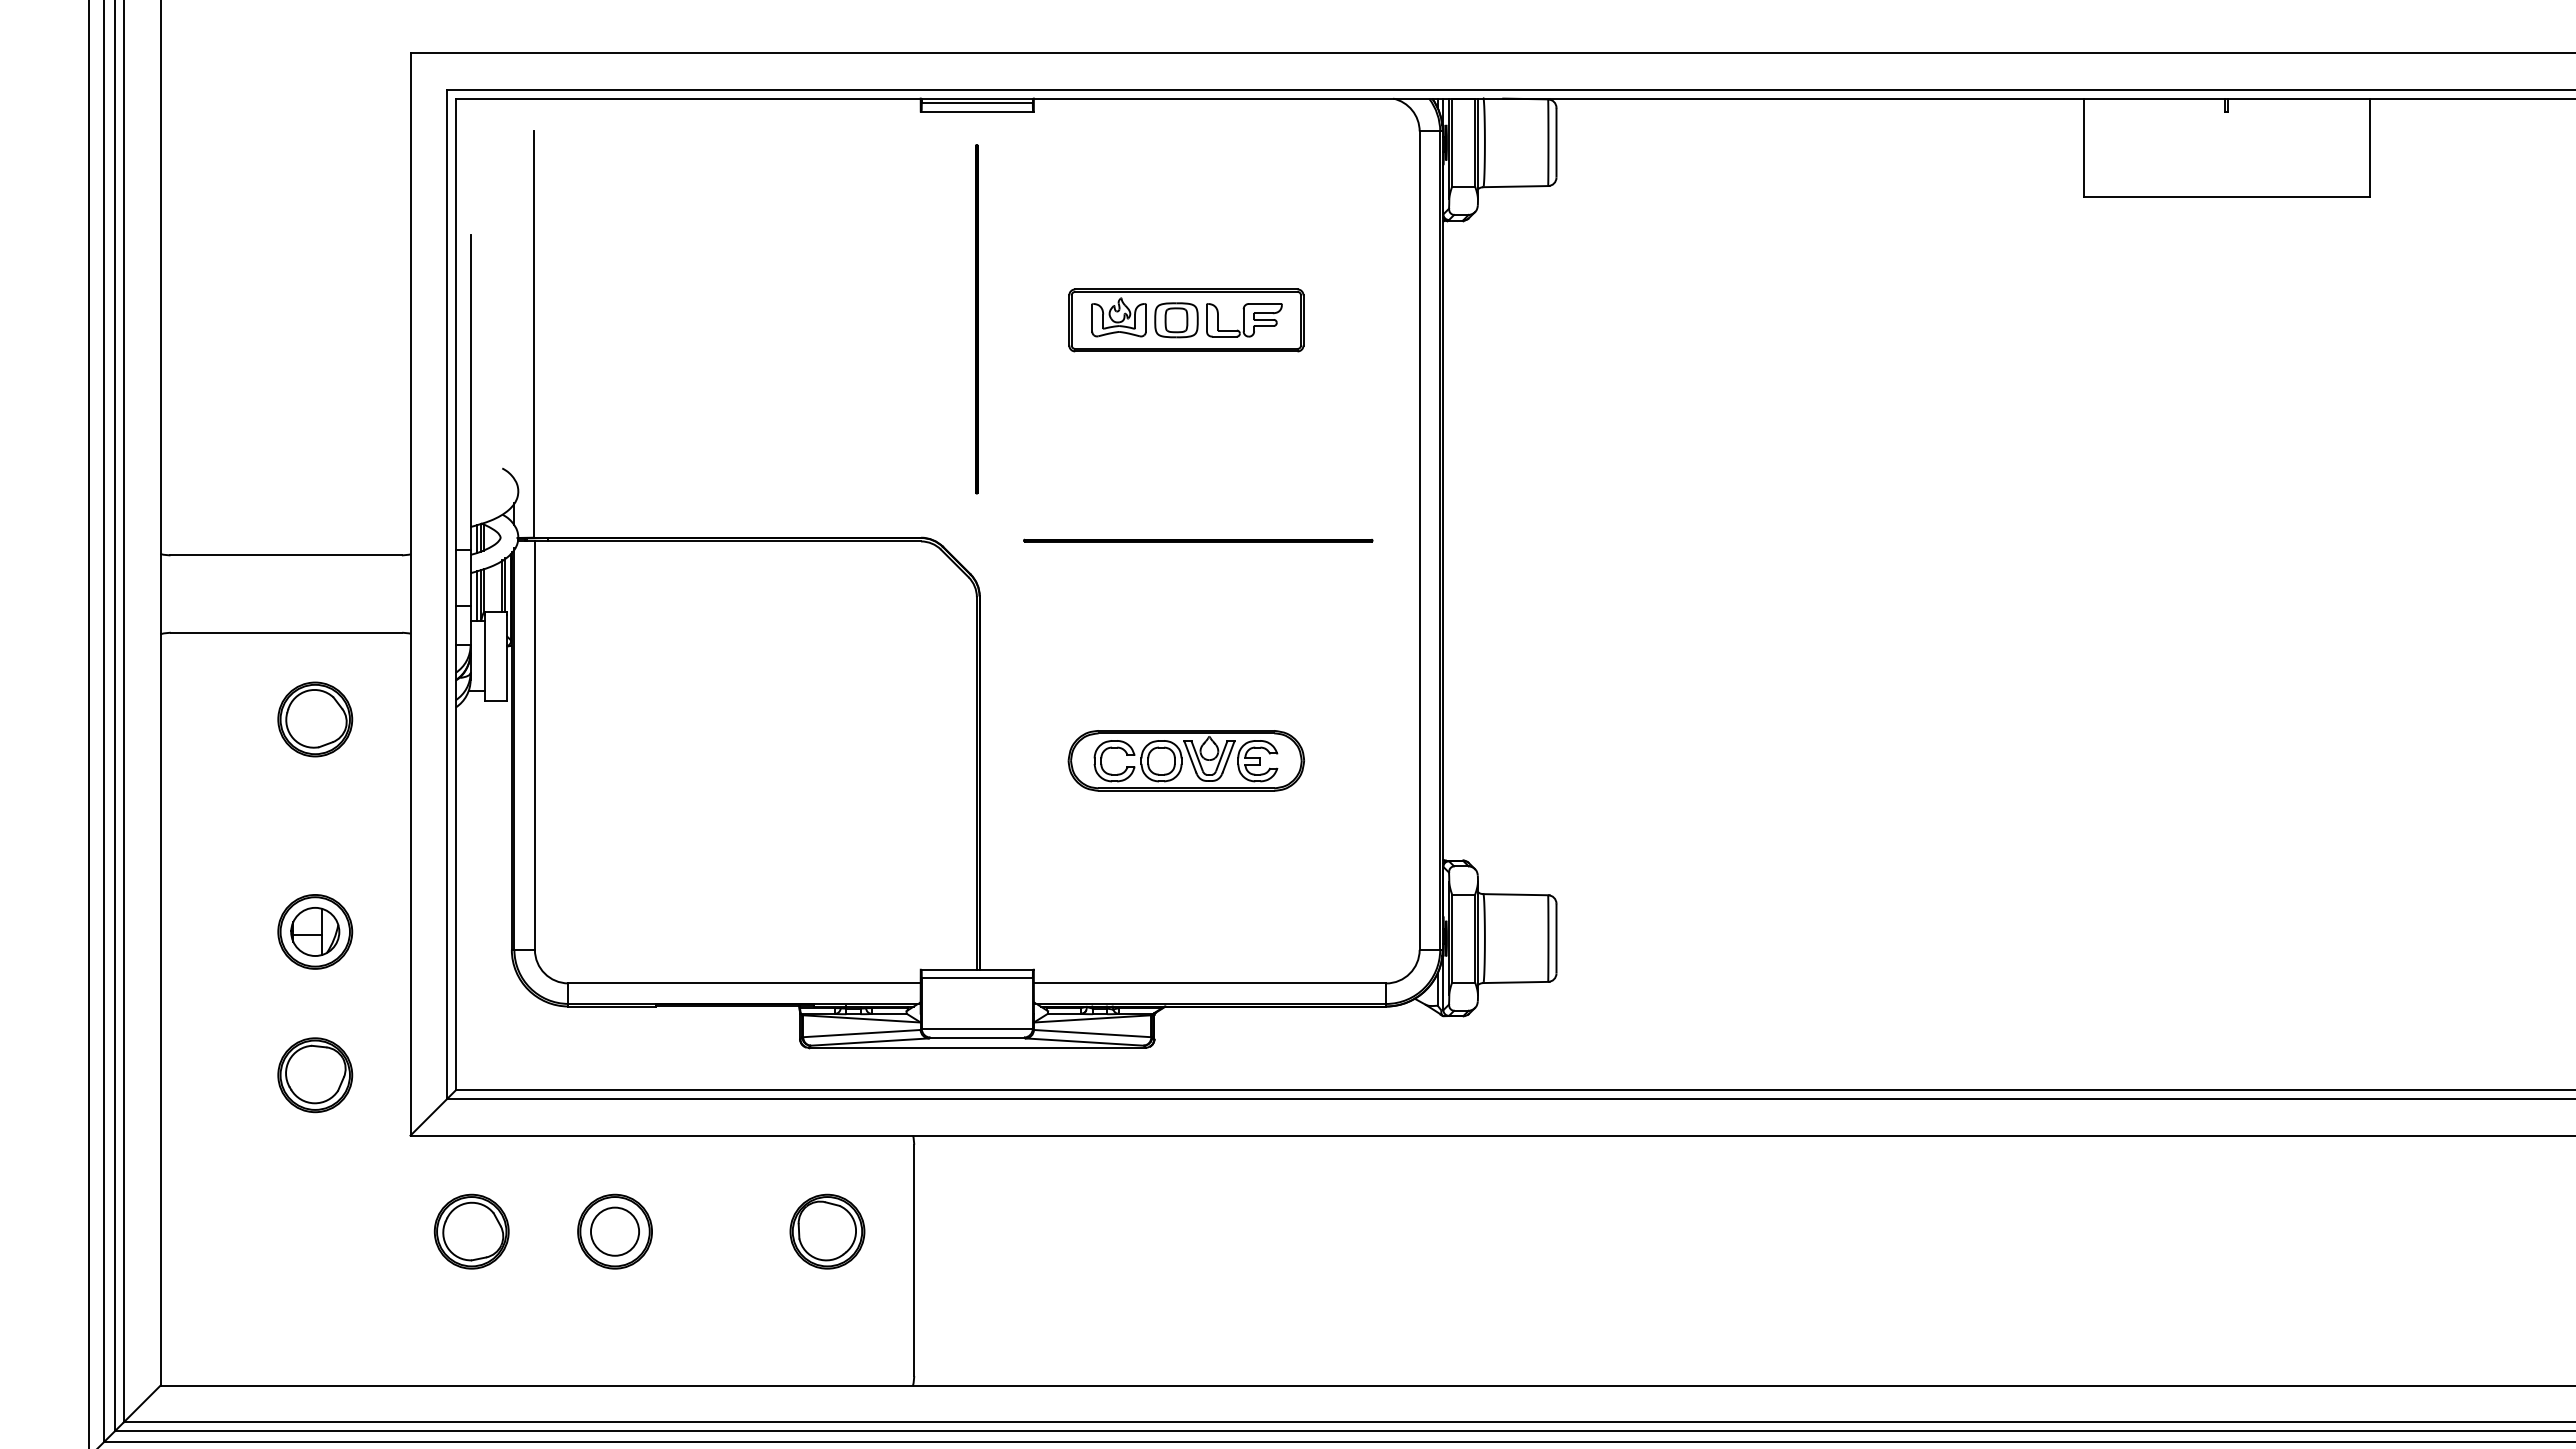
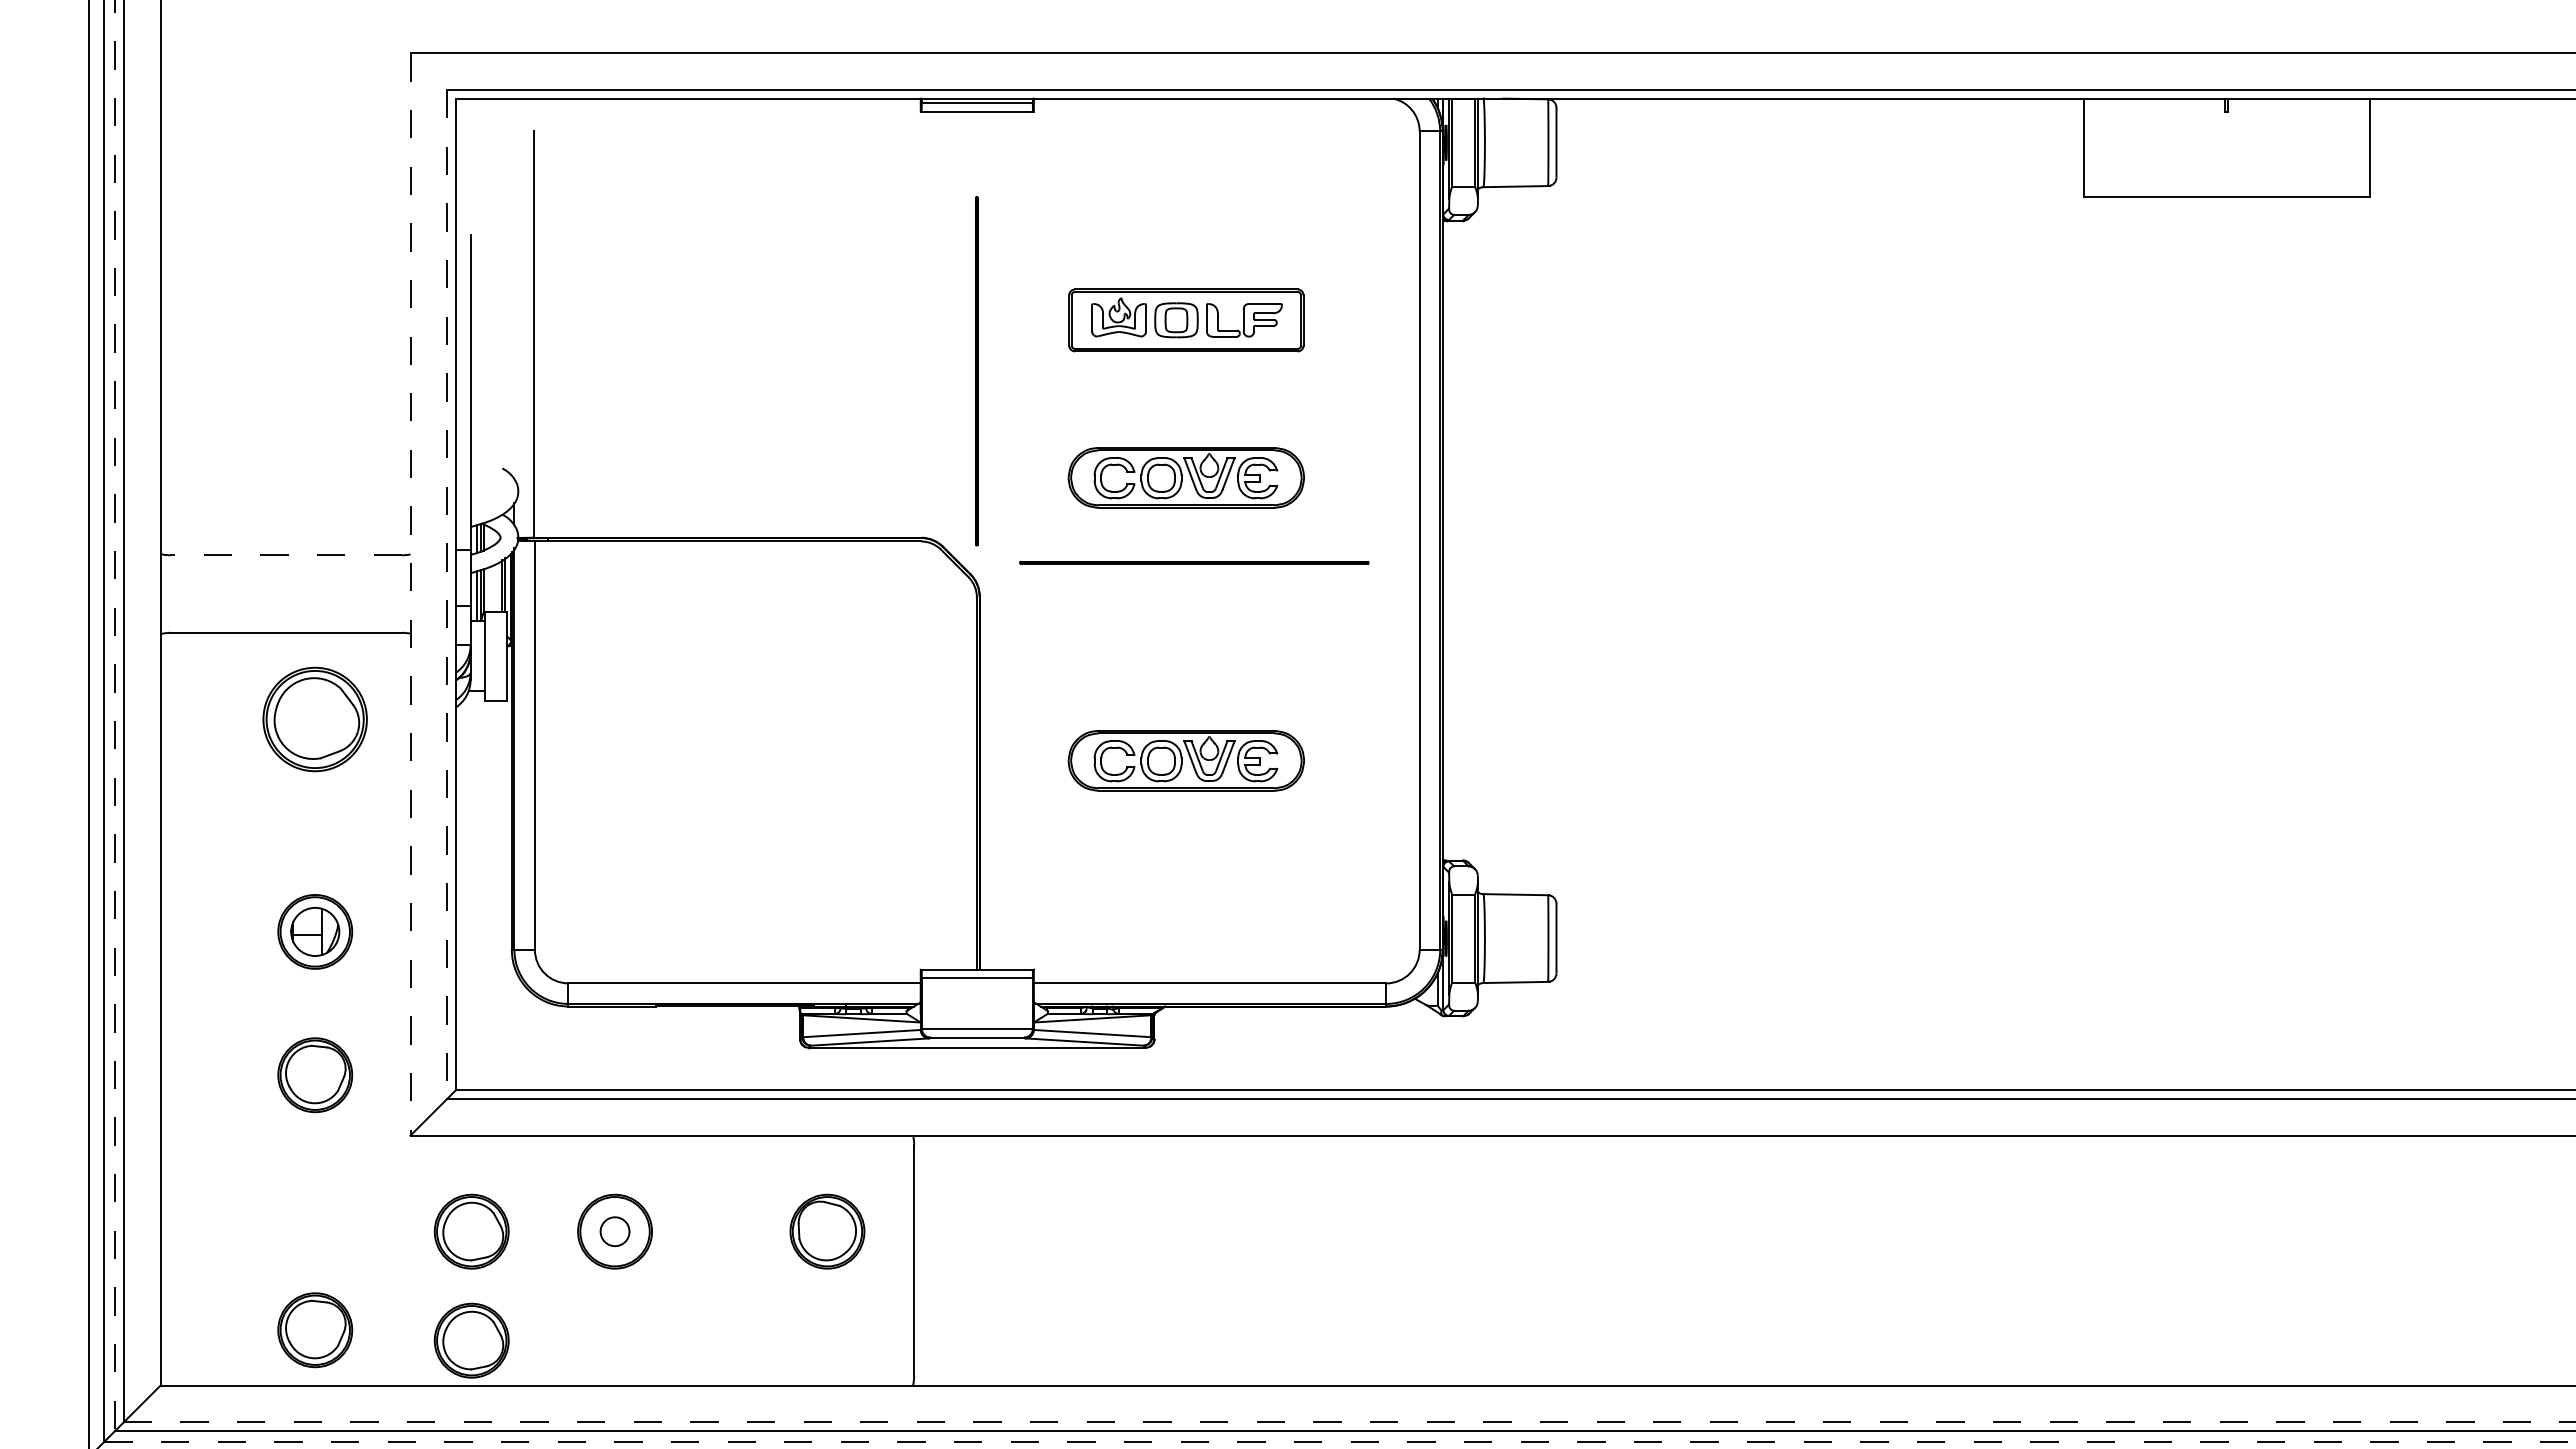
line at (976, 319) position: (976, 319) -> (976, 371)
part at (1185, 477): none -> present
line at (1198, 540) position: (1198, 540) -> (1194, 562)
line at (286, 555): solid -> dashed
line at (410, 594): solid -> dashed
line at (447, 594): solid -> dashed
line at (115, 715): solid -> dashed
part at (315, 719) size: 77x77 px -> 106x107 px
circle at (615, 1231) diameter: 48 px -> 29 px
part at (315, 1330): none -> present
part at (471, 1340): none -> present
line at (1349, 1422): solid -> dashed
line at (1340, 1441): solid -> dashed
